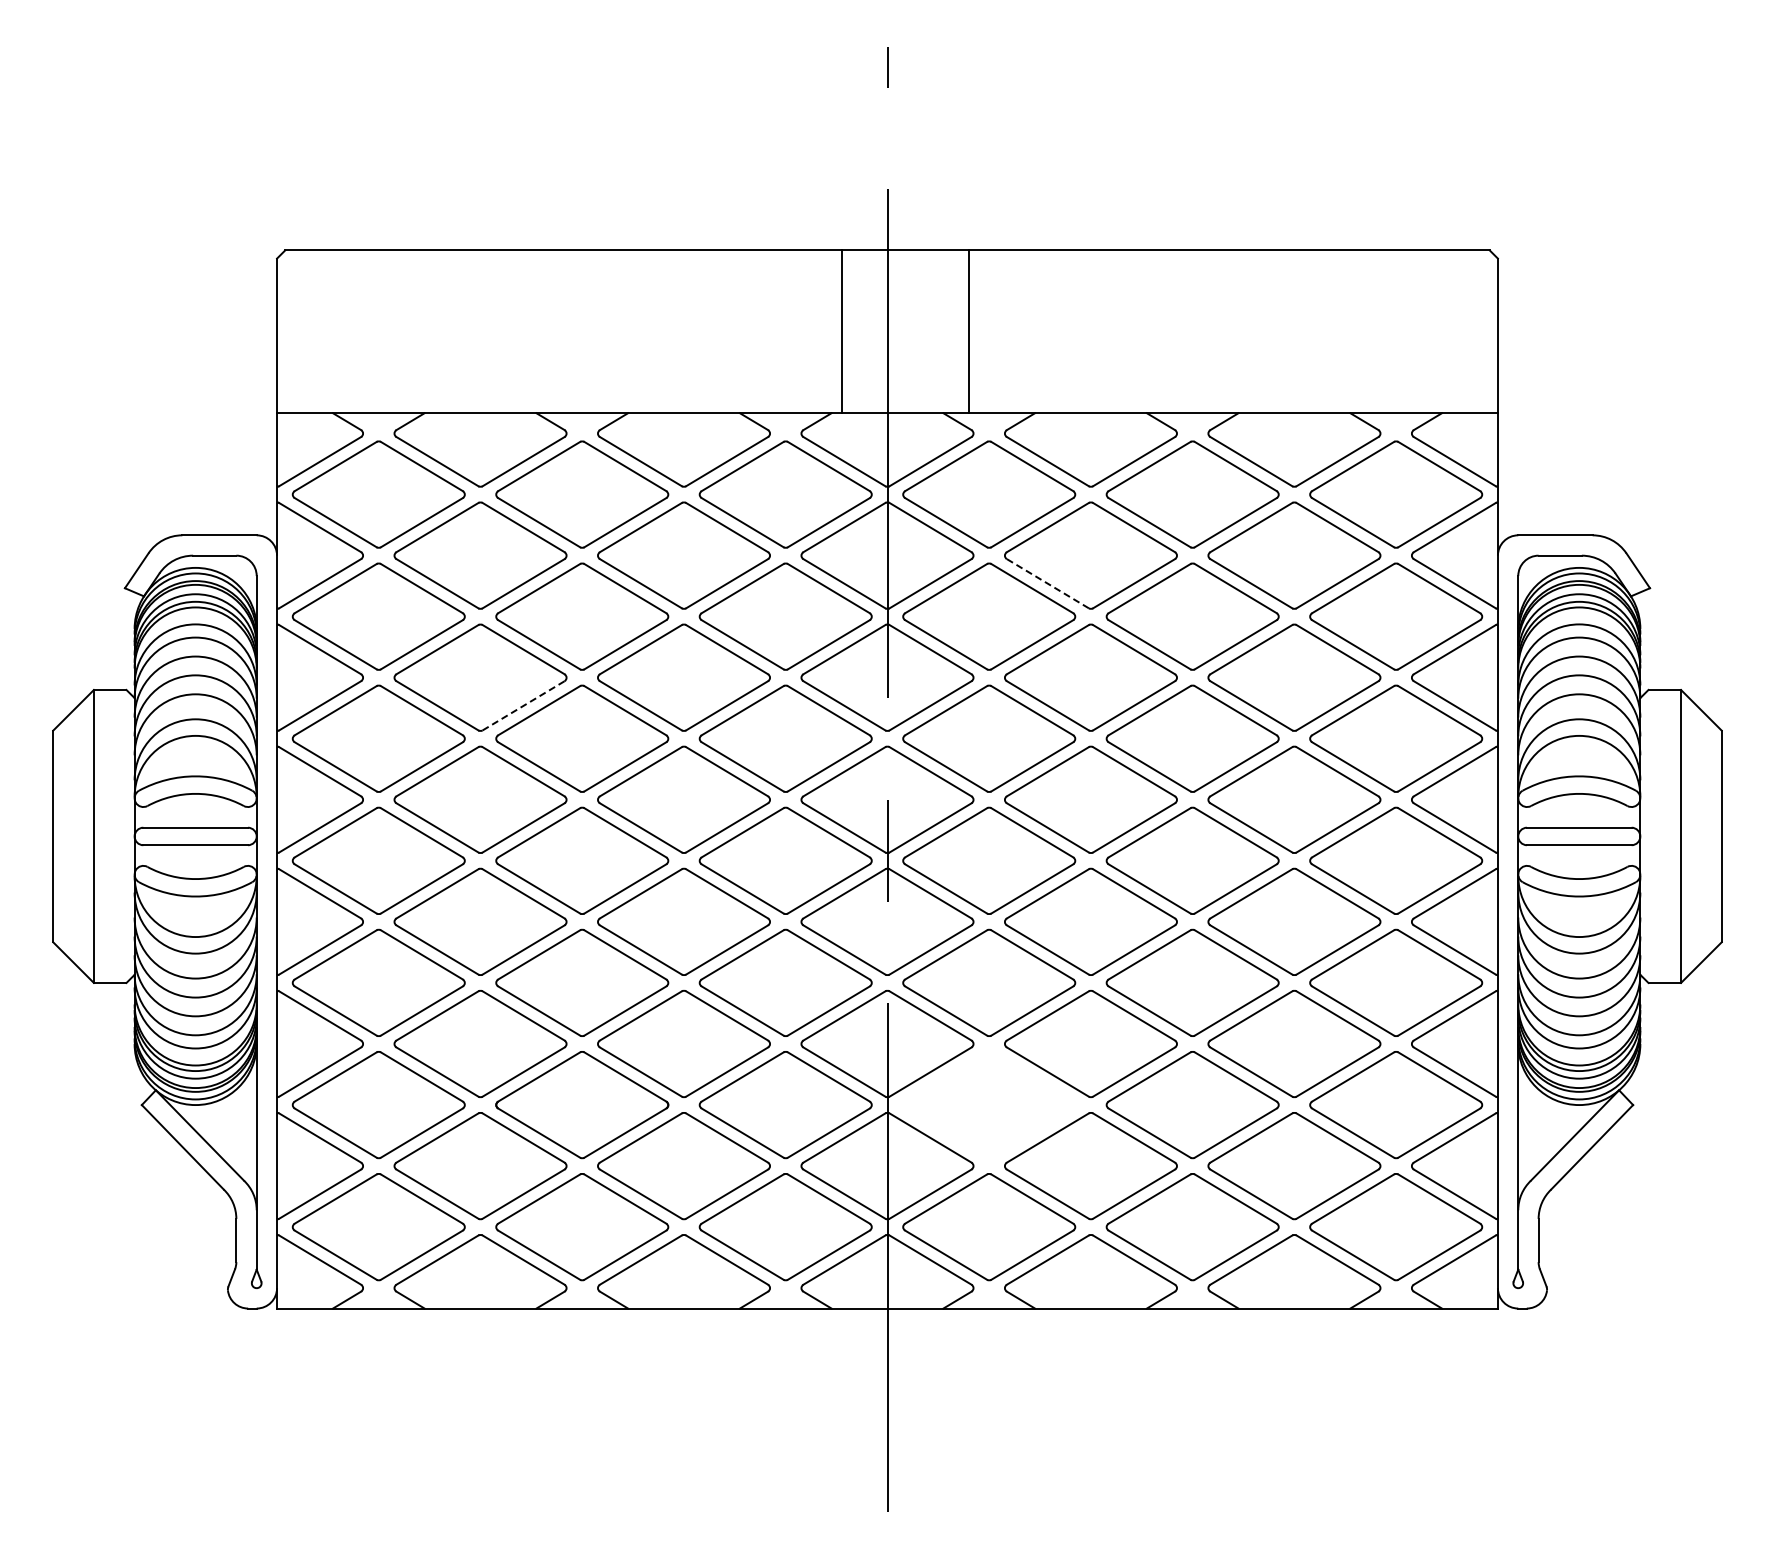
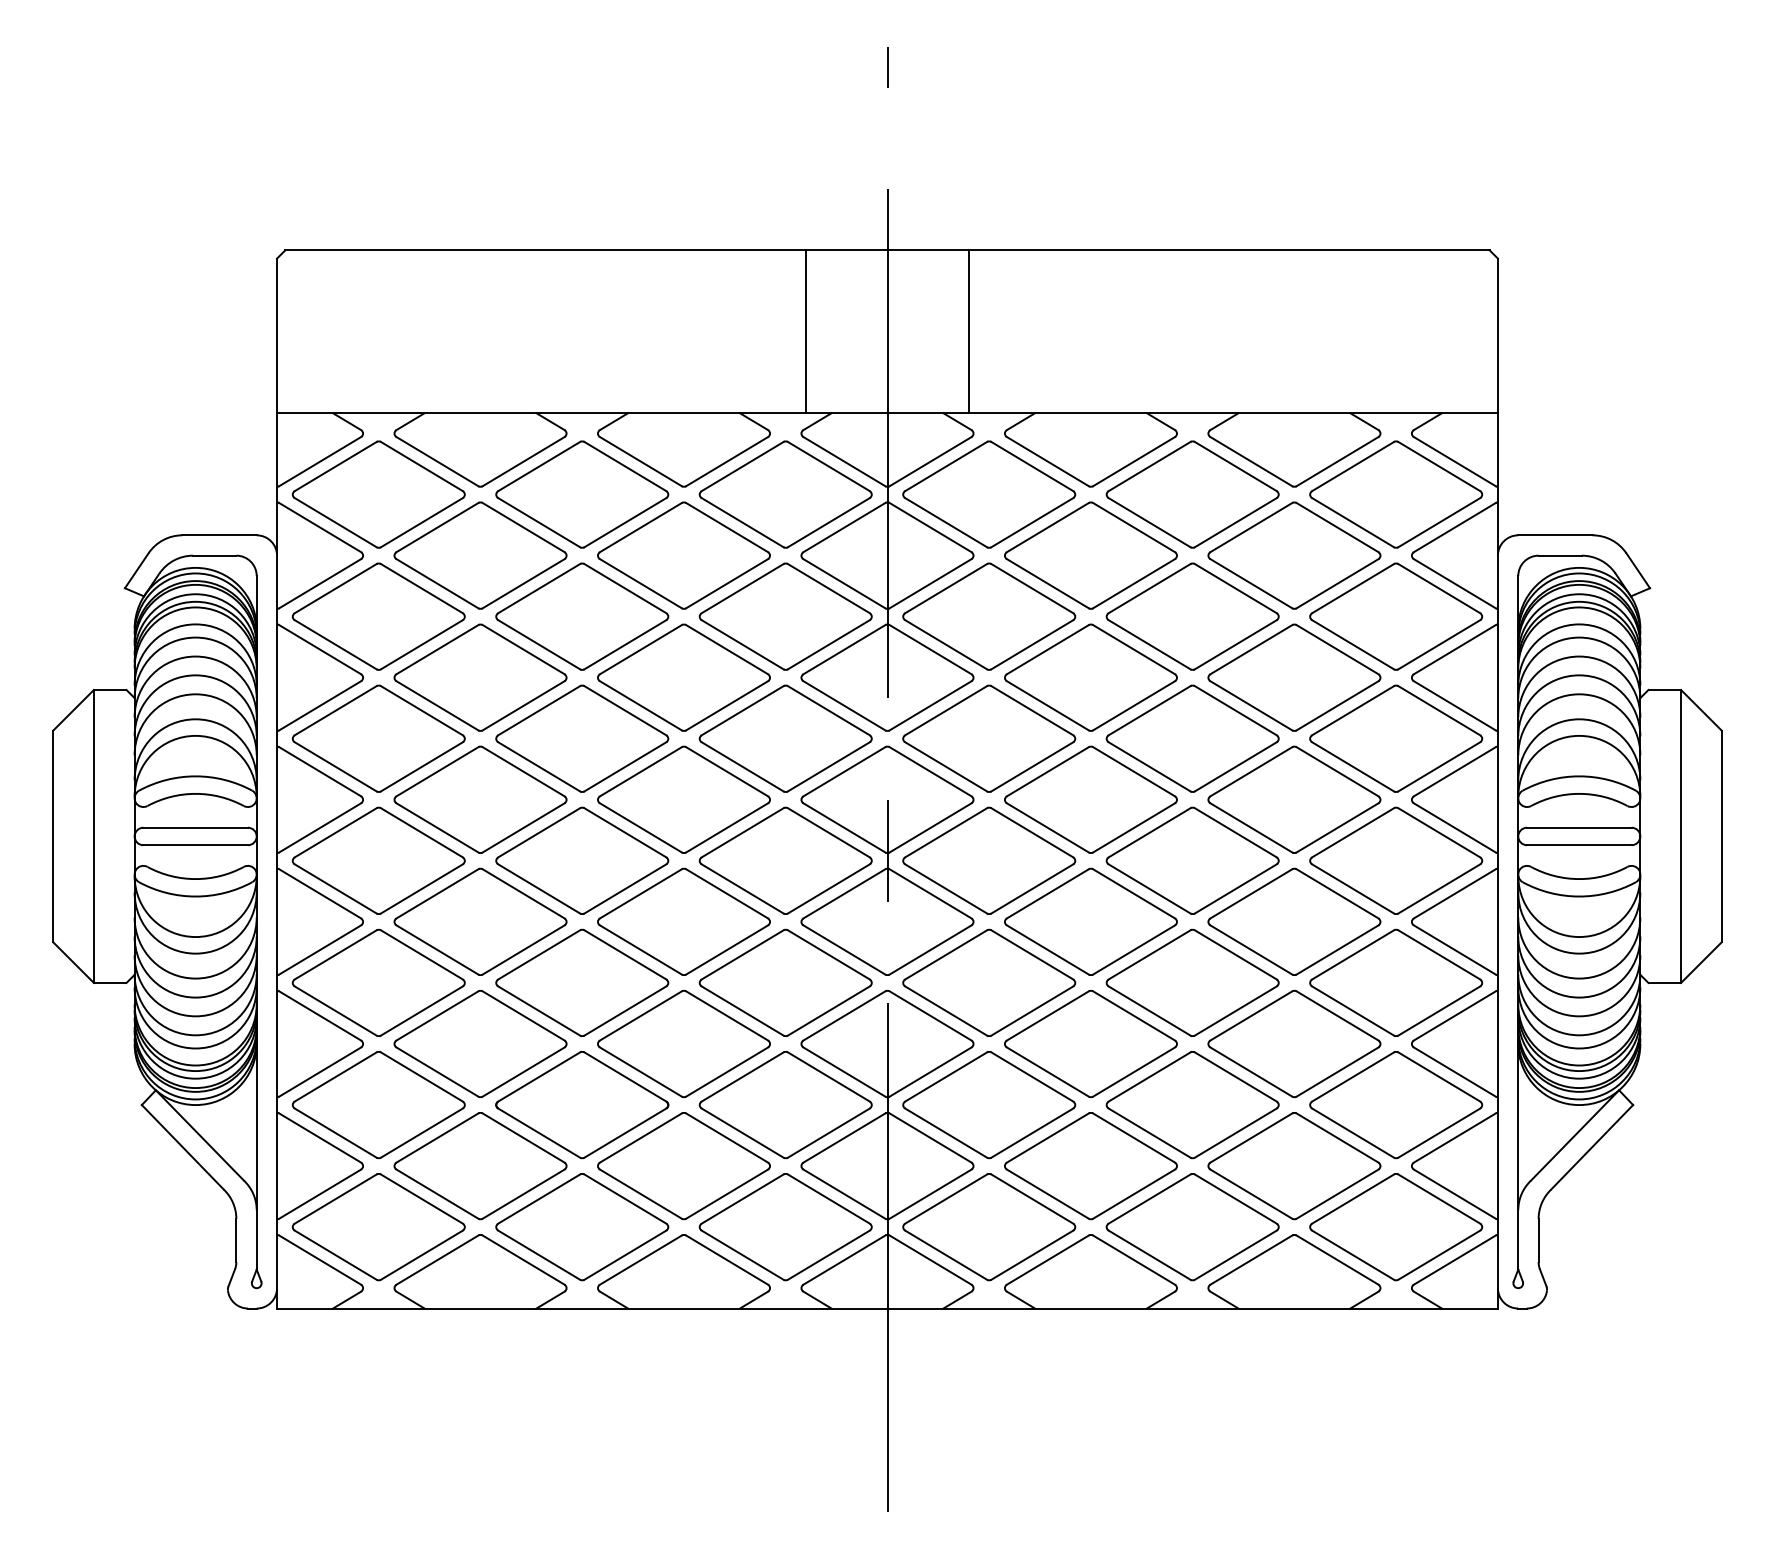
line at (842, 331) position: (842, 331) -> (806, 331)
line at (1047, 583): dashed -> solid
line at (523, 705): dashed -> solid
part at (989, 1105): none -> present
